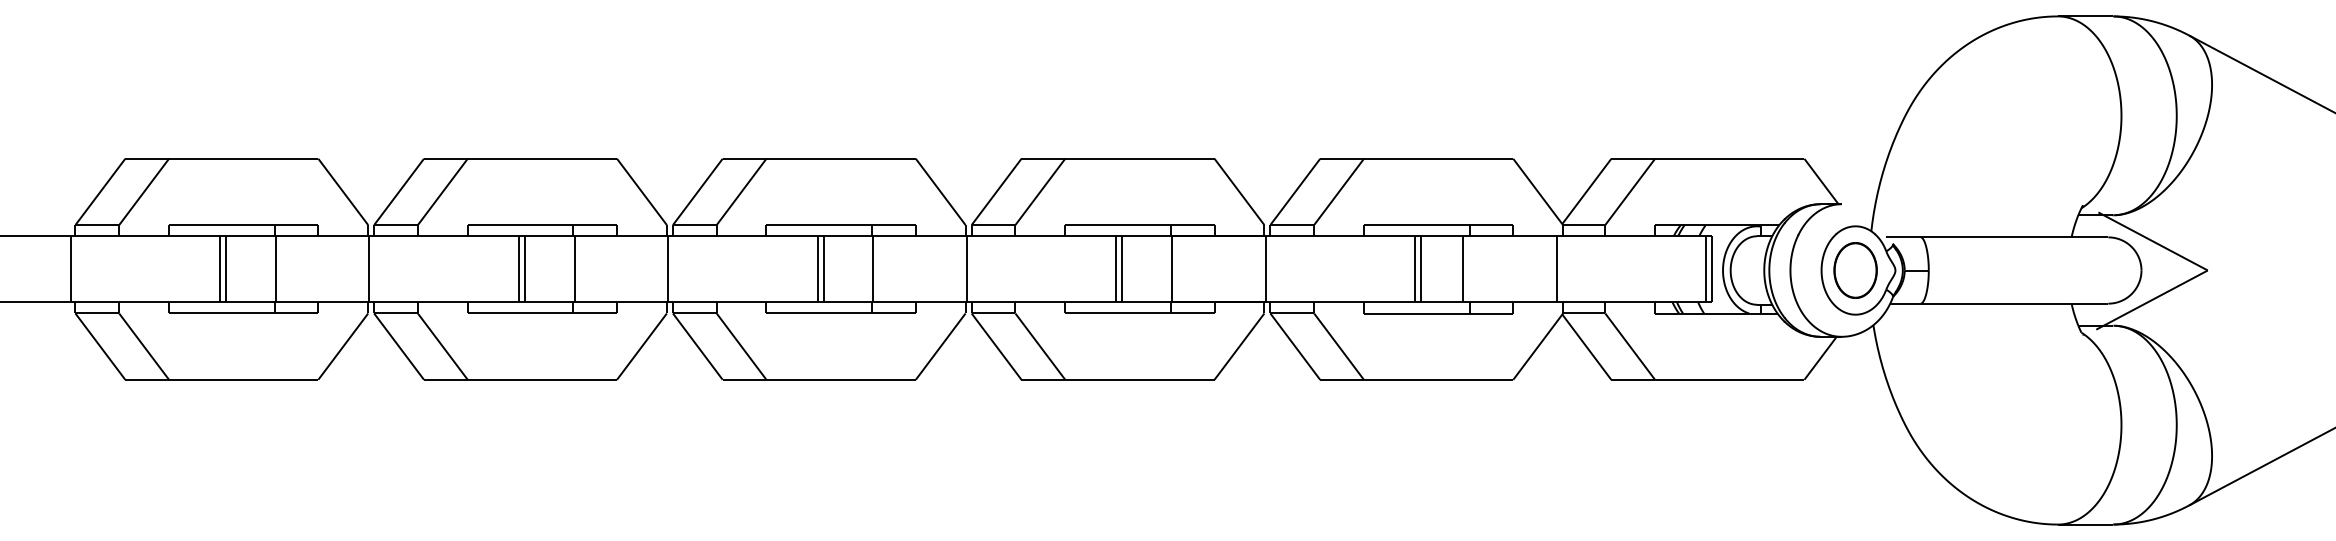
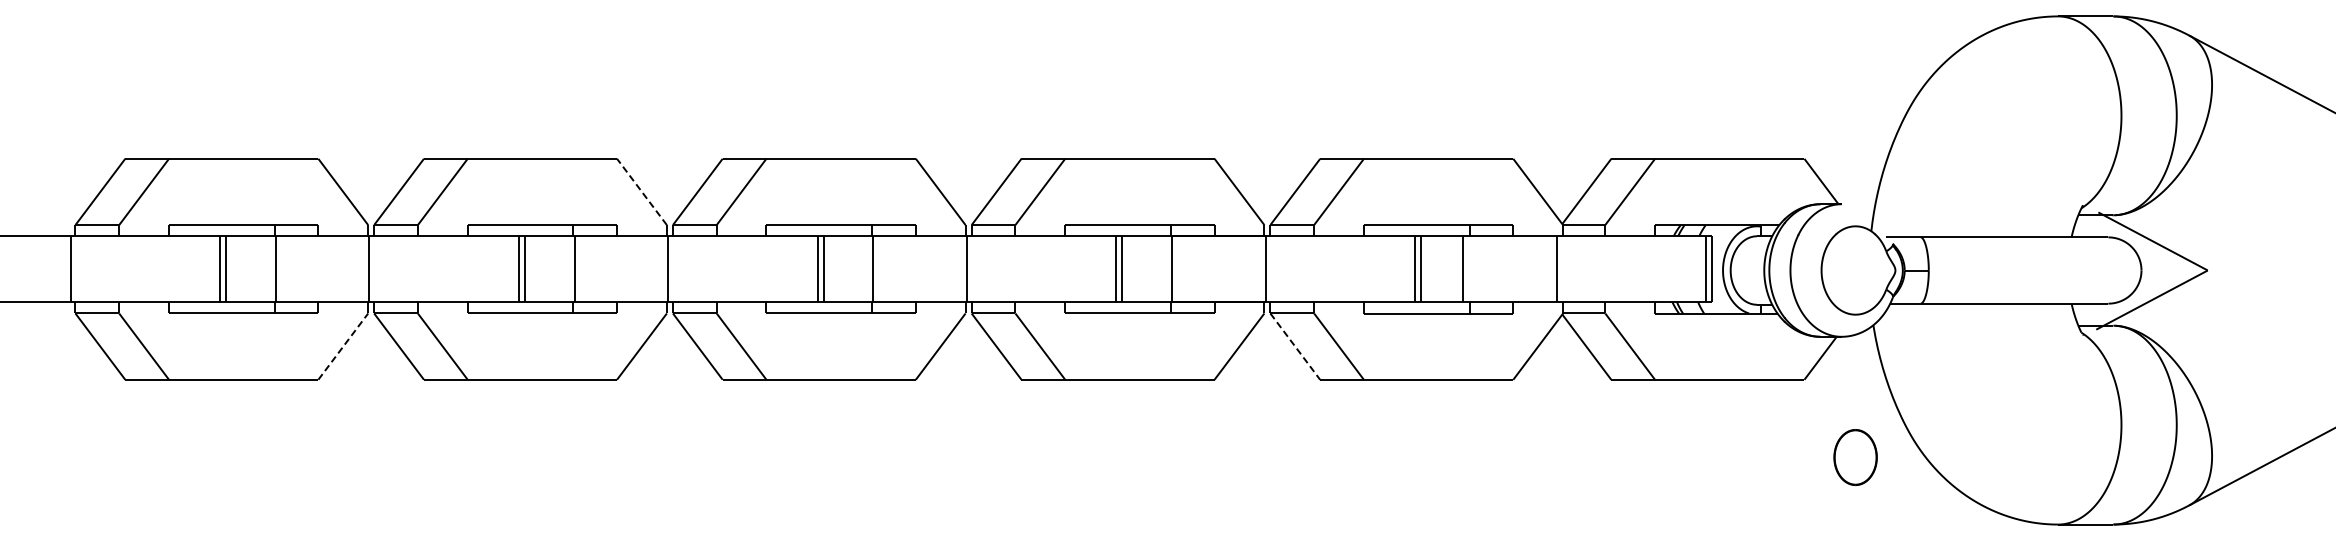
line at (641, 191): solid -> dashed
part at (1855, 270) position: (1855, 270) -> (1855, 457)
line at (343, 346): solid -> dashed
line at (1295, 347): solid -> dashed
